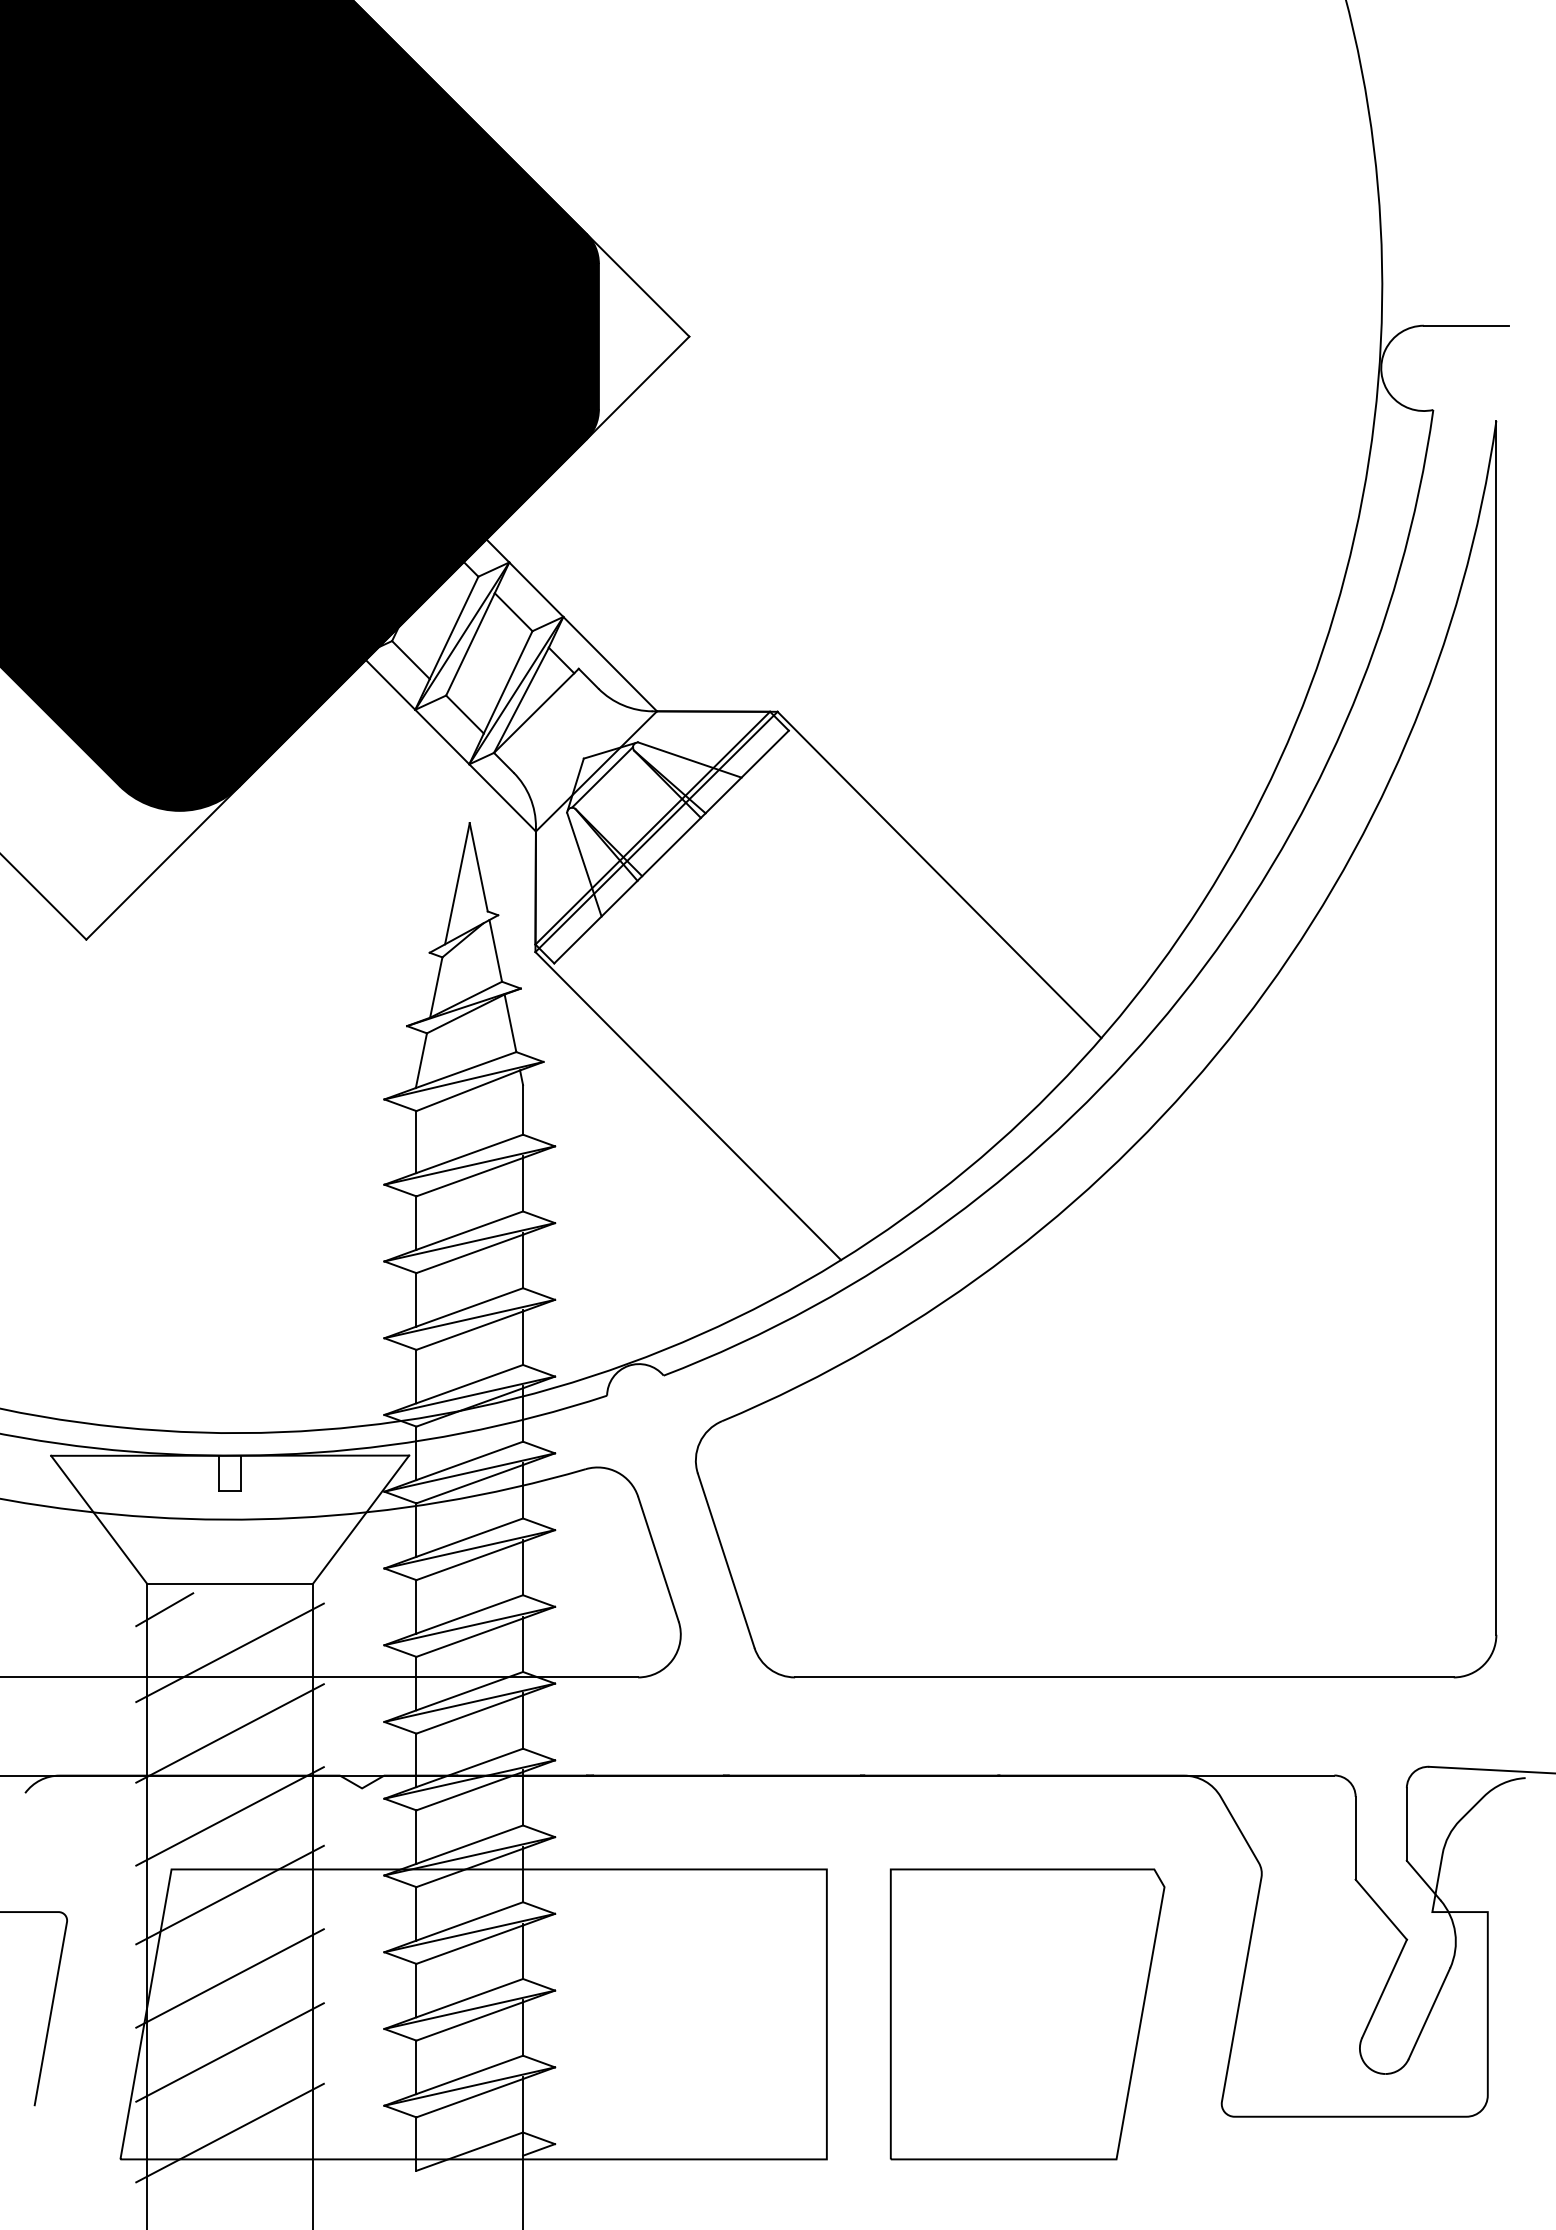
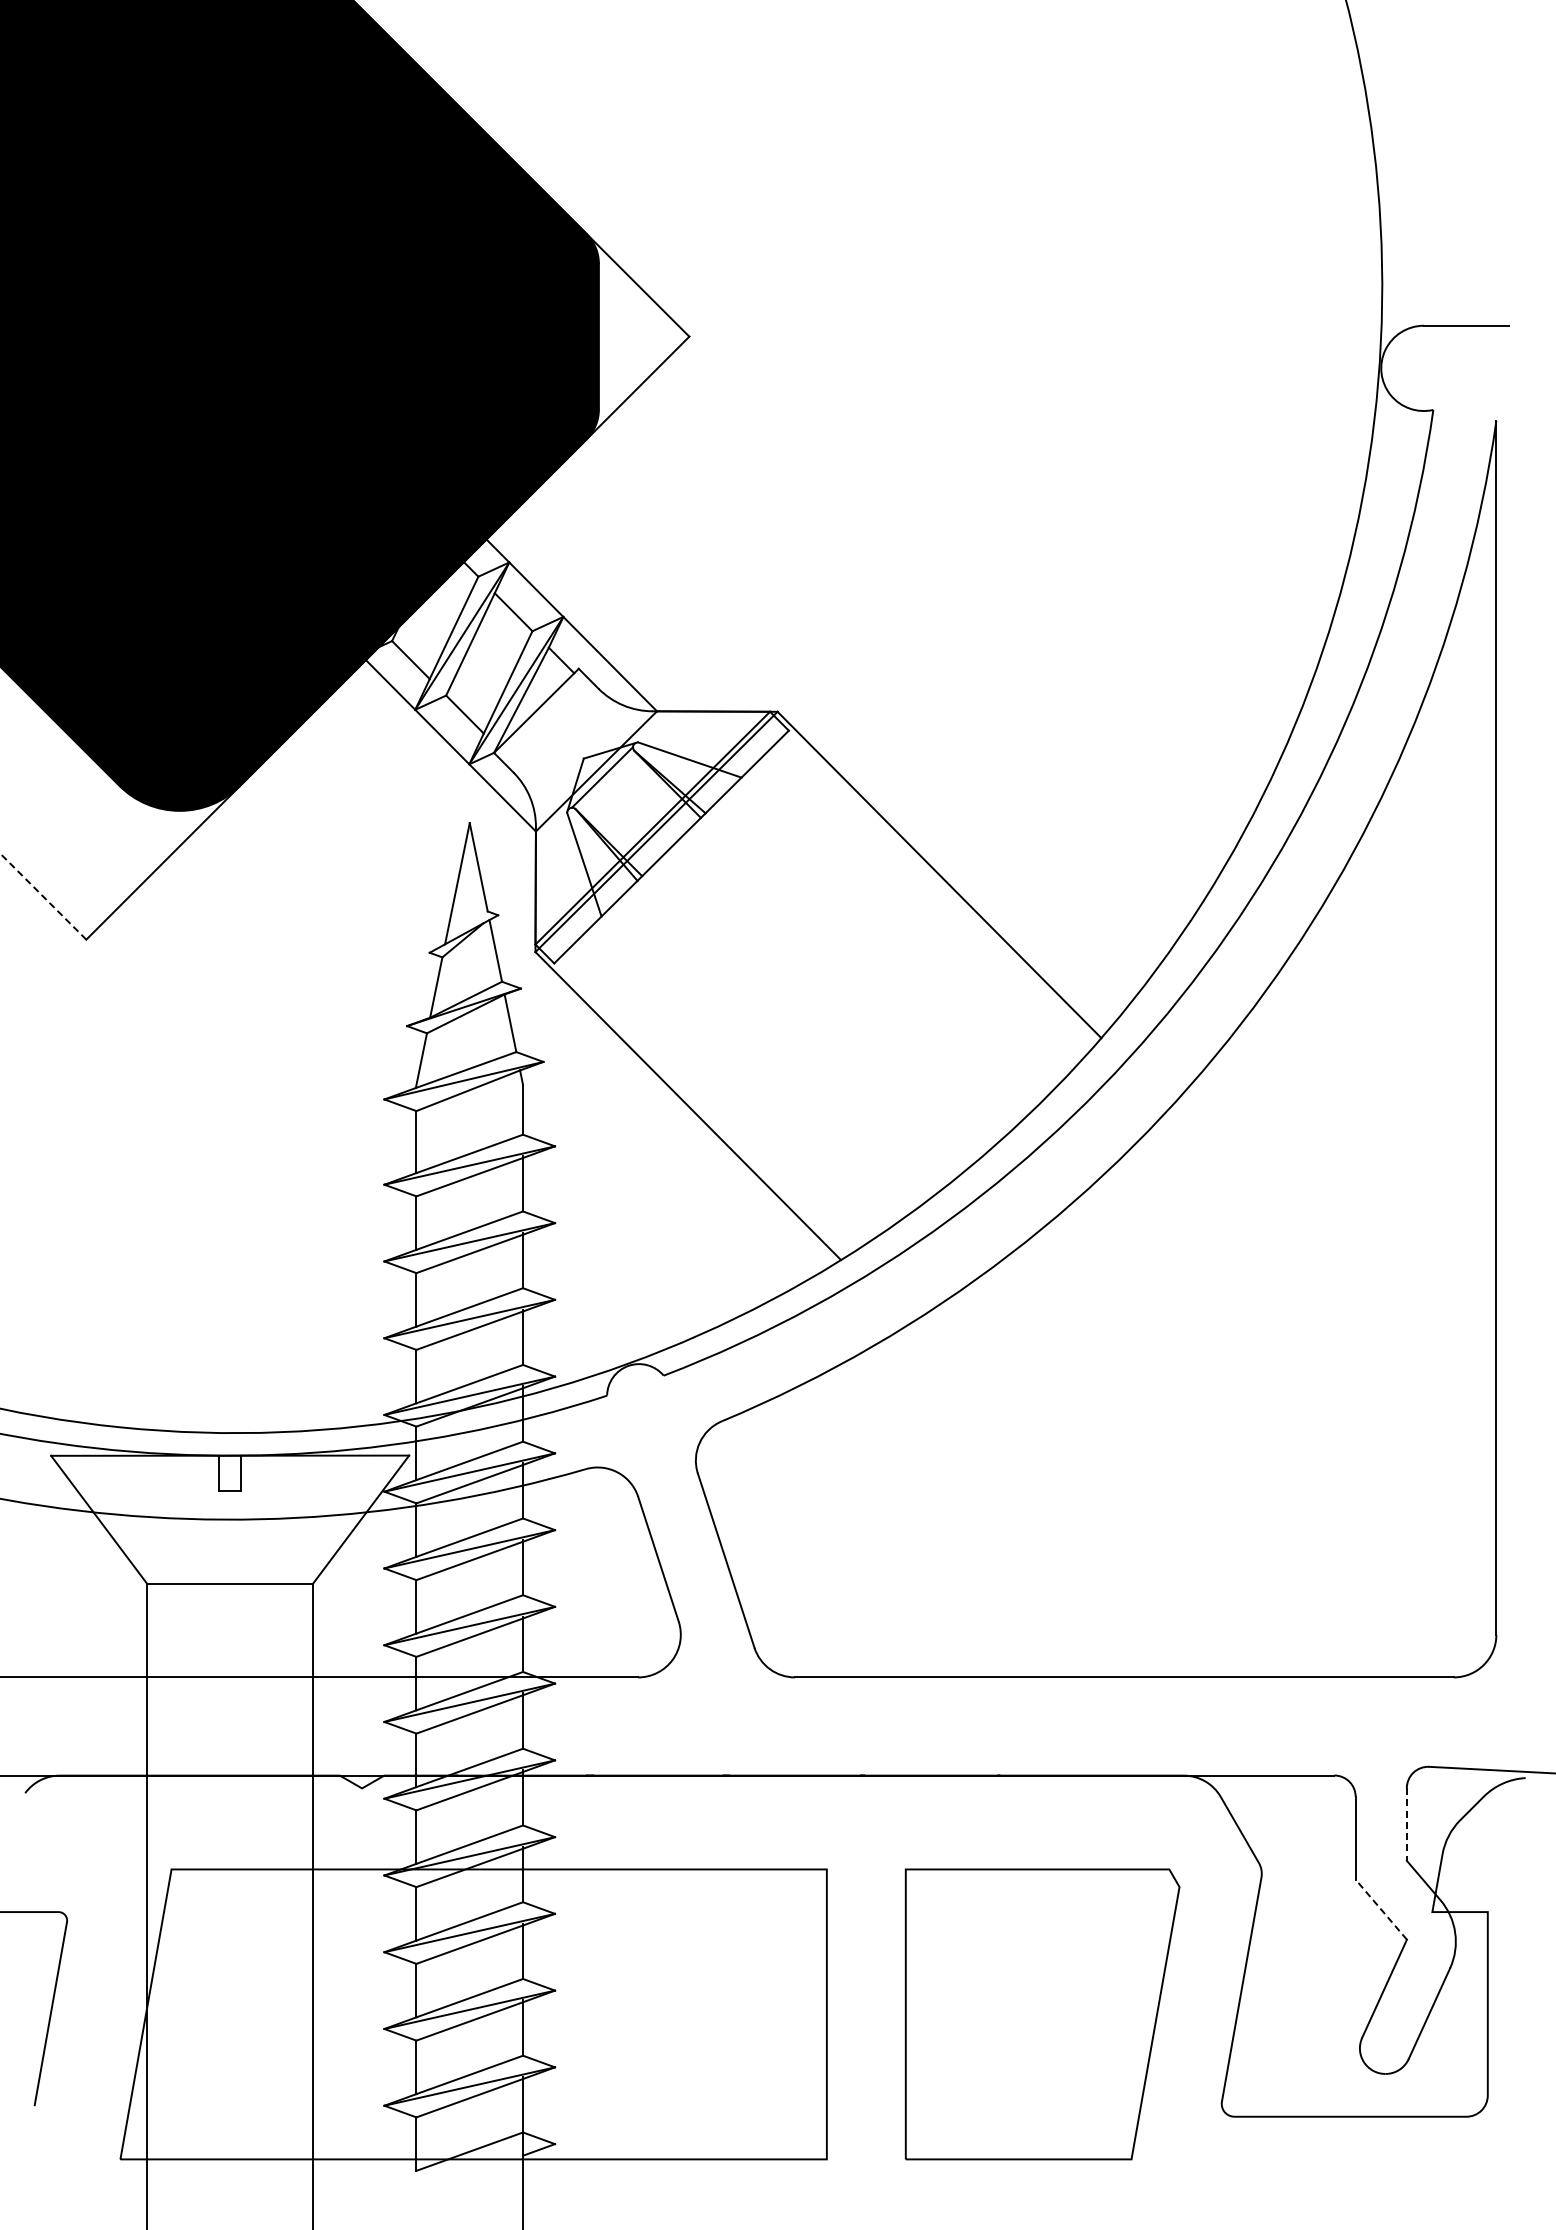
line at (43, 896): solid -> dashed
line at (164, 1609): present -> none
line at (229, 1652): present -> none
line at (229, 1733): present -> none
line at (229, 1816): present -> none
line at (1406, 1824): solid -> dashed
line at (229, 1894): present -> none
line at (1380, 1909): solid -> dashed
line at (229, 1978): present -> none
part at (1027, 2014) position: (1027, 2014) -> (1042, 2014)
line at (229, 2052): present -> none
line at (229, 2132): present -> none
